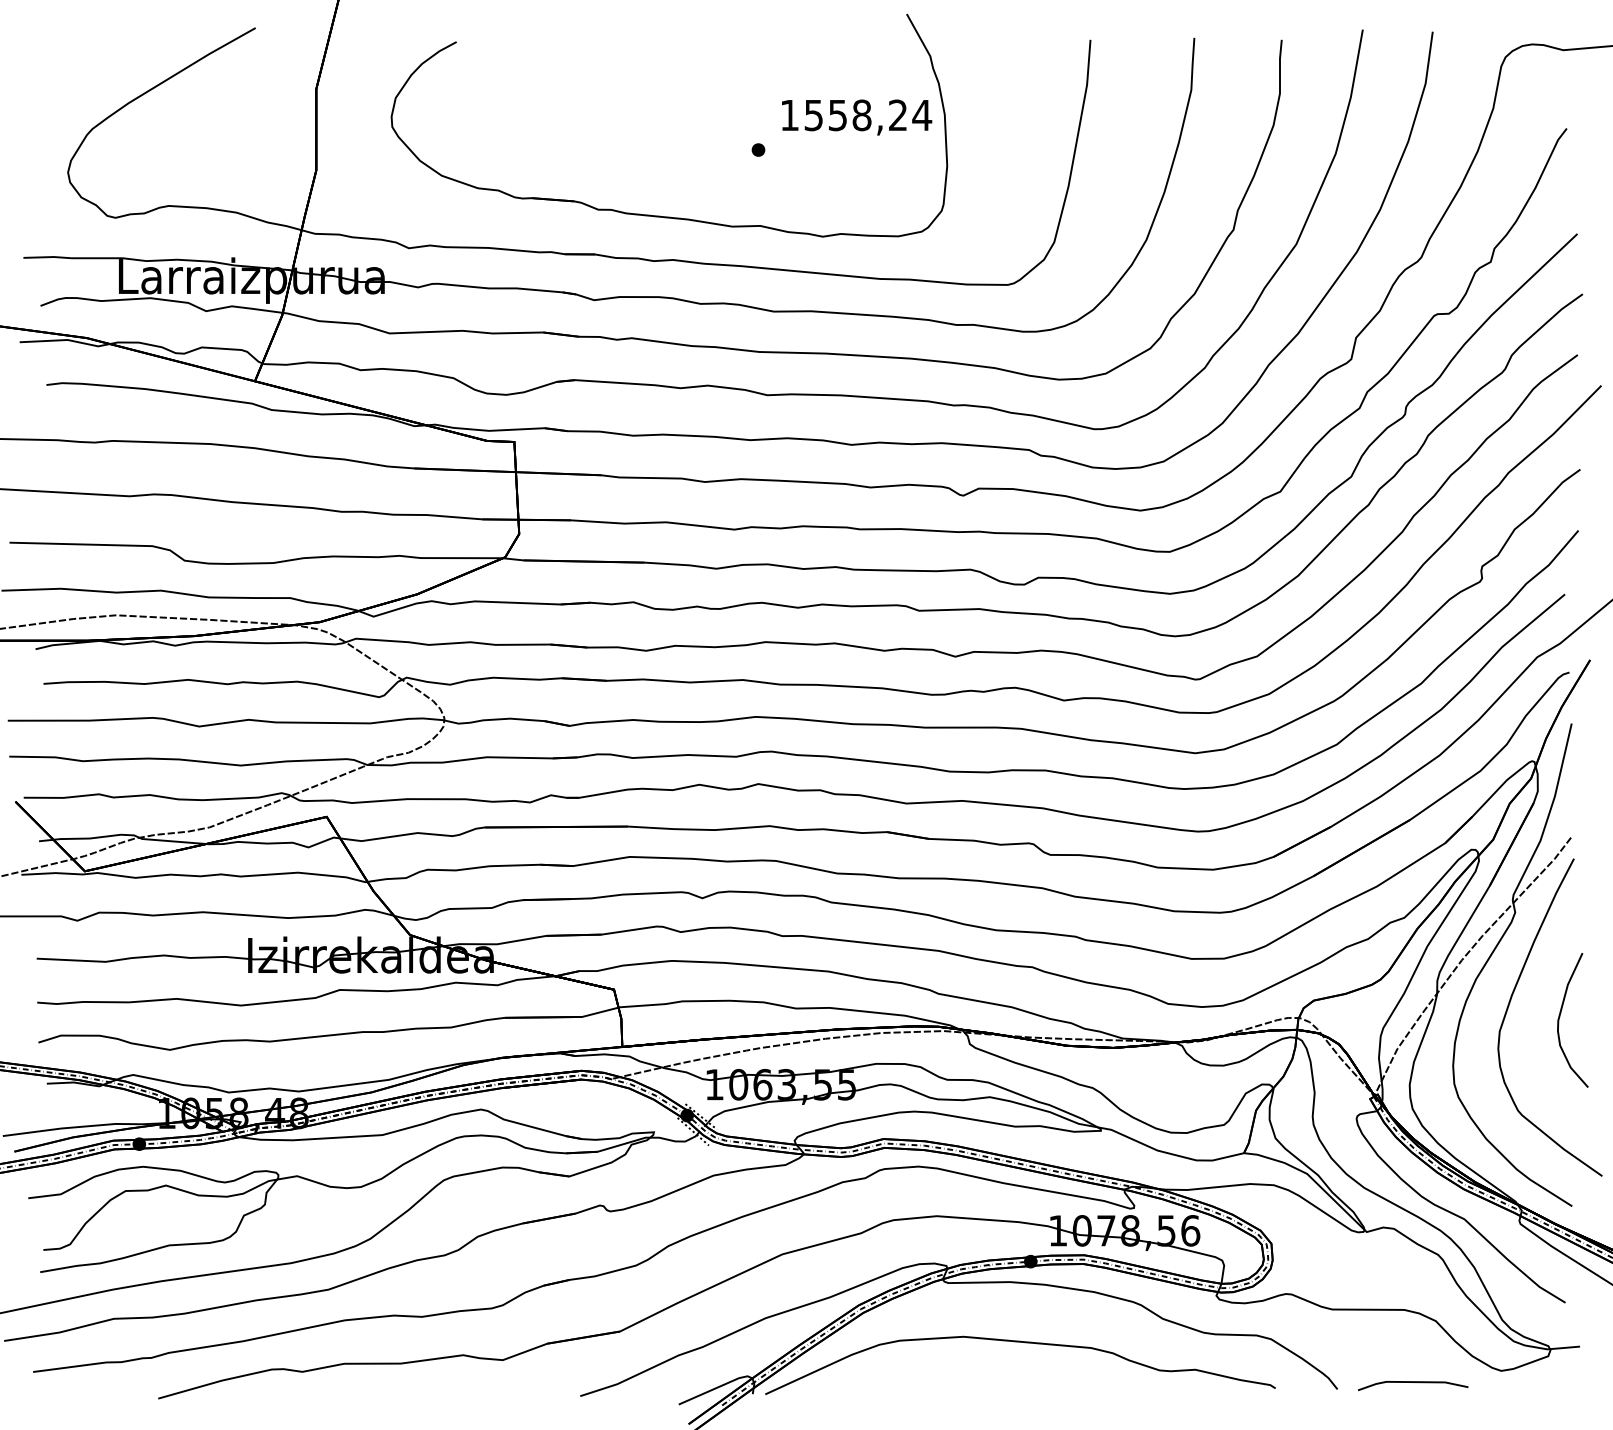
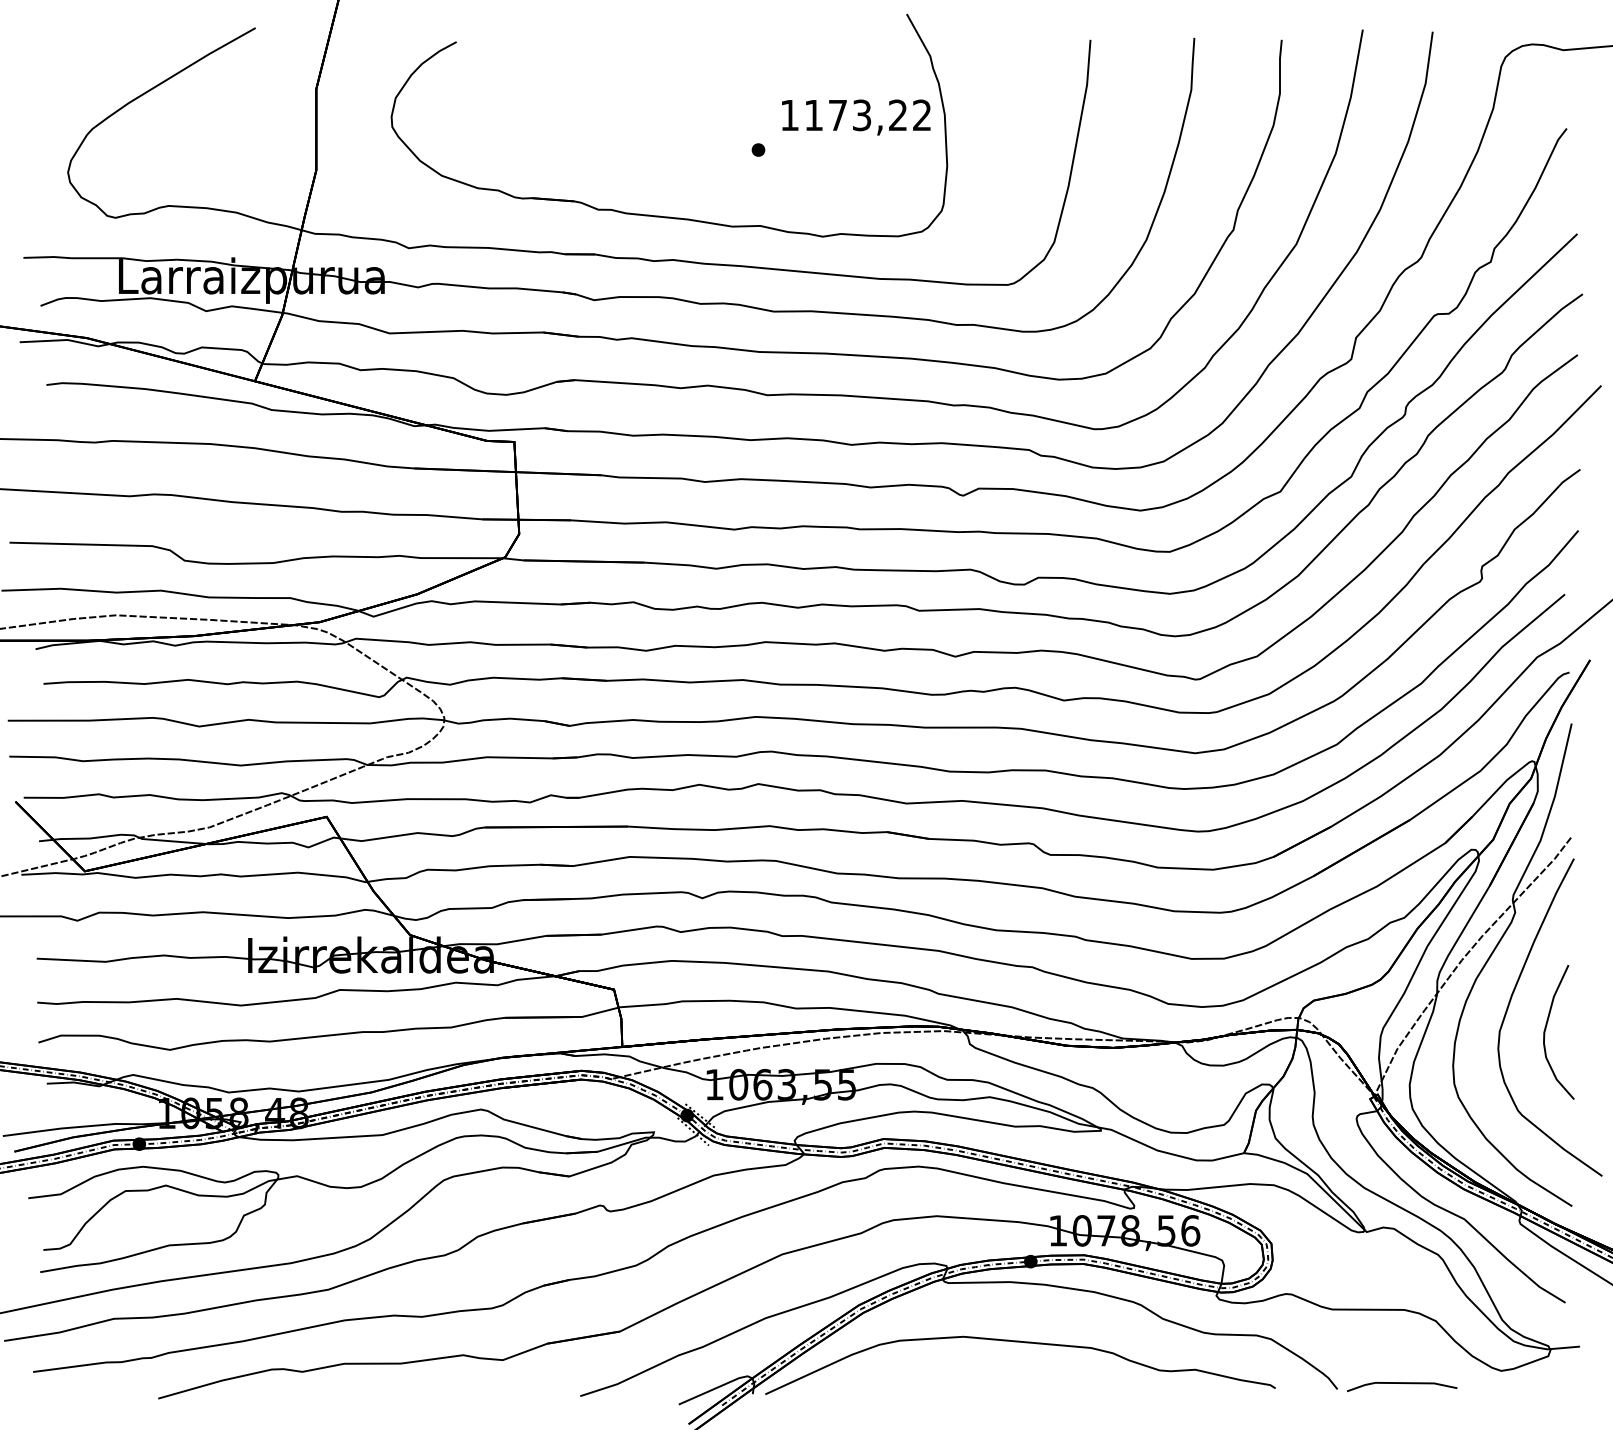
text at (868, 115): 1558,24 -> 1173,22
curve at (1560, 1017) position: (1560, 1017) -> (1546, 1029)
line at (1413, 1382) position: (1413, 1382) -> (1402, 1383)
